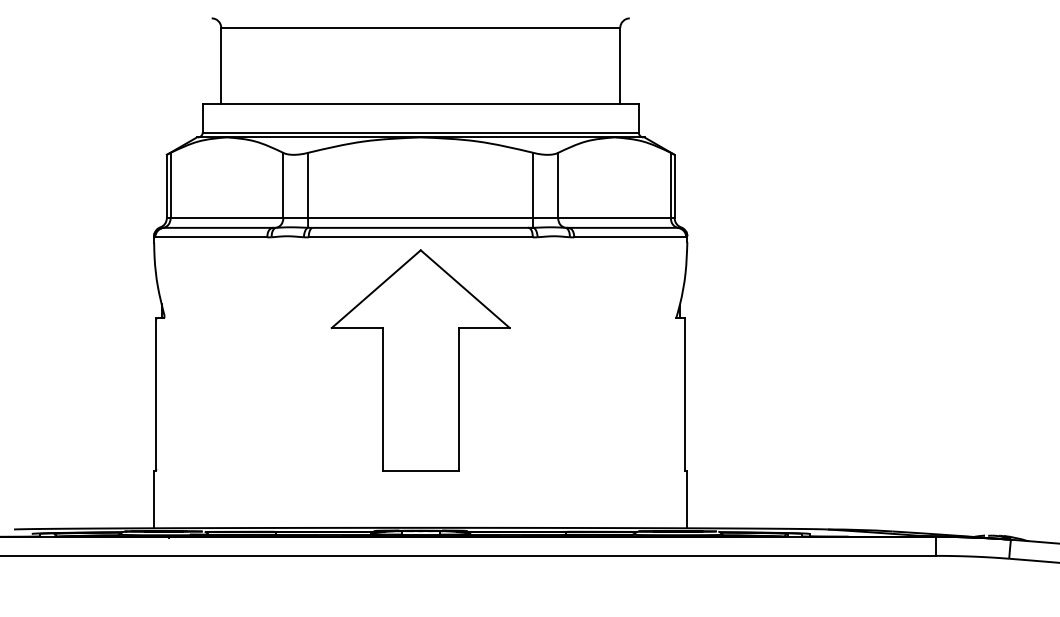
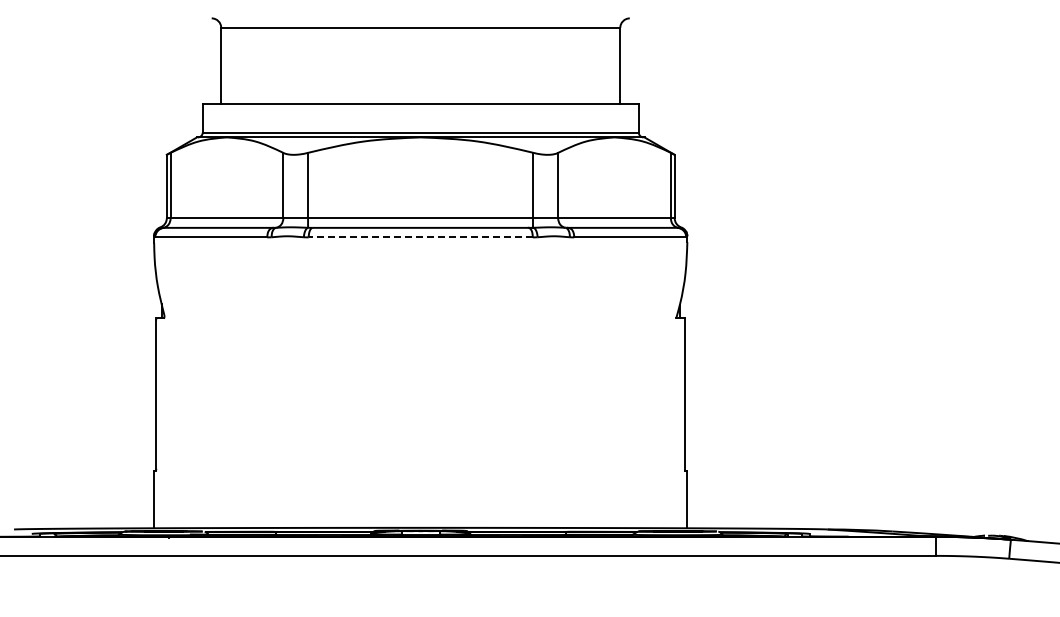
line at (420, 237): solid -> dashed
part at (420, 360): present -> none
